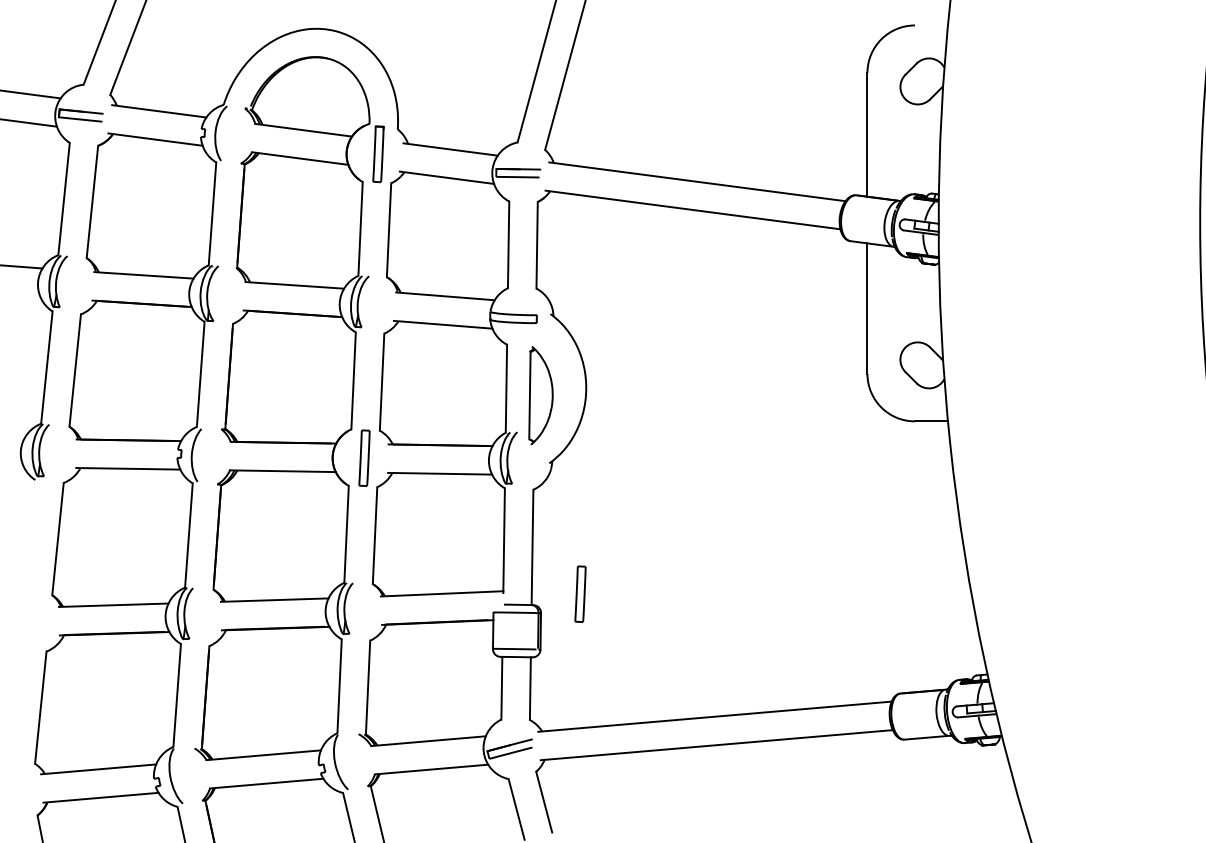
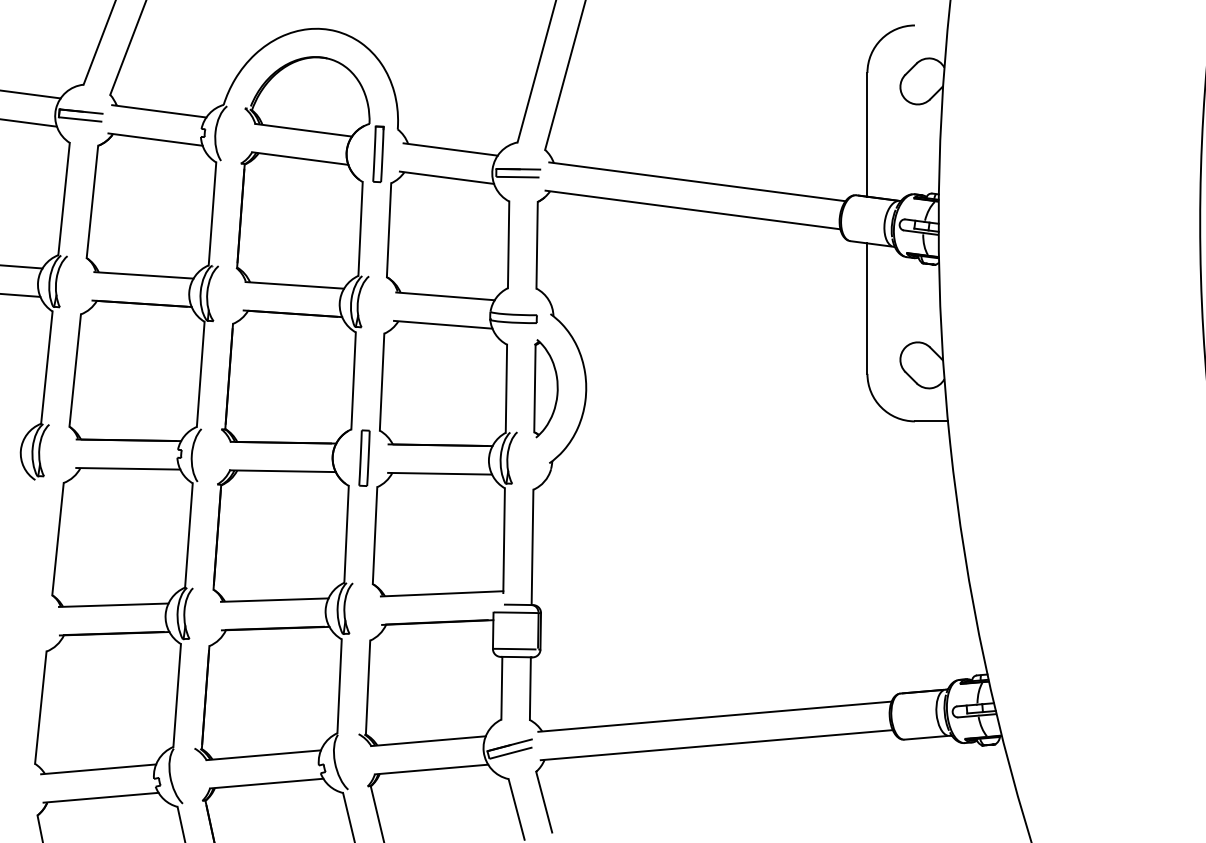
line at (21, 295): none -> present
part at (540, 395) position: (540, 395) -> (545, 388)
part at (580, 593): present -> none
